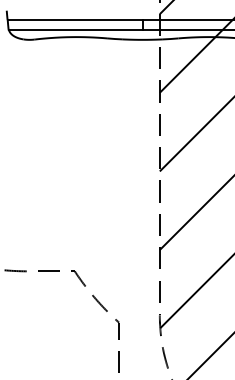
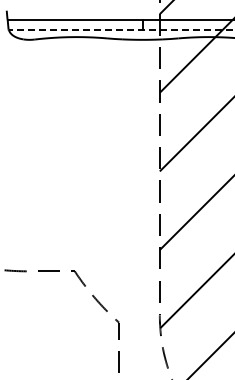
line at (121, 29): solid -> dashed
